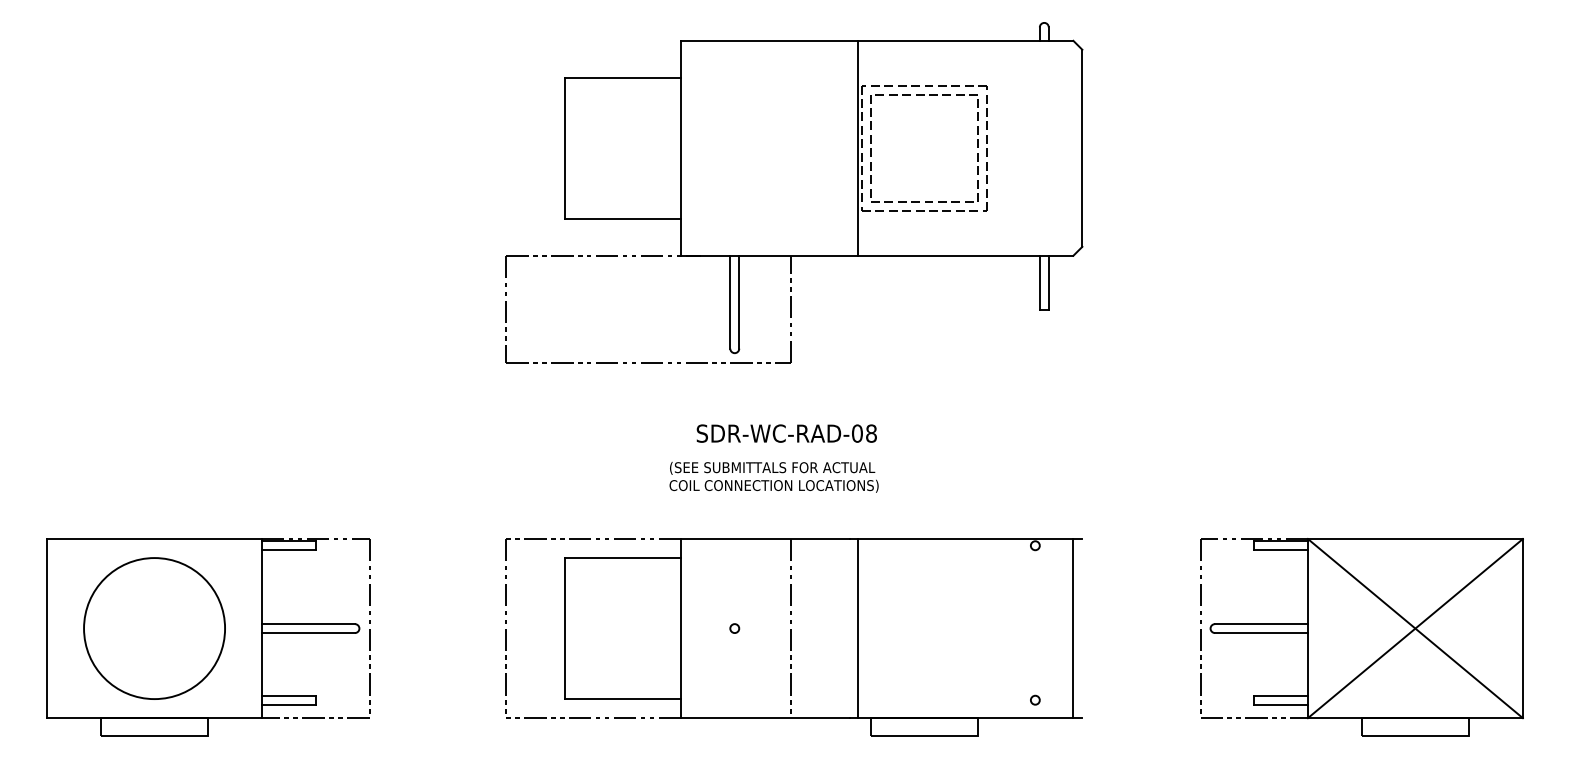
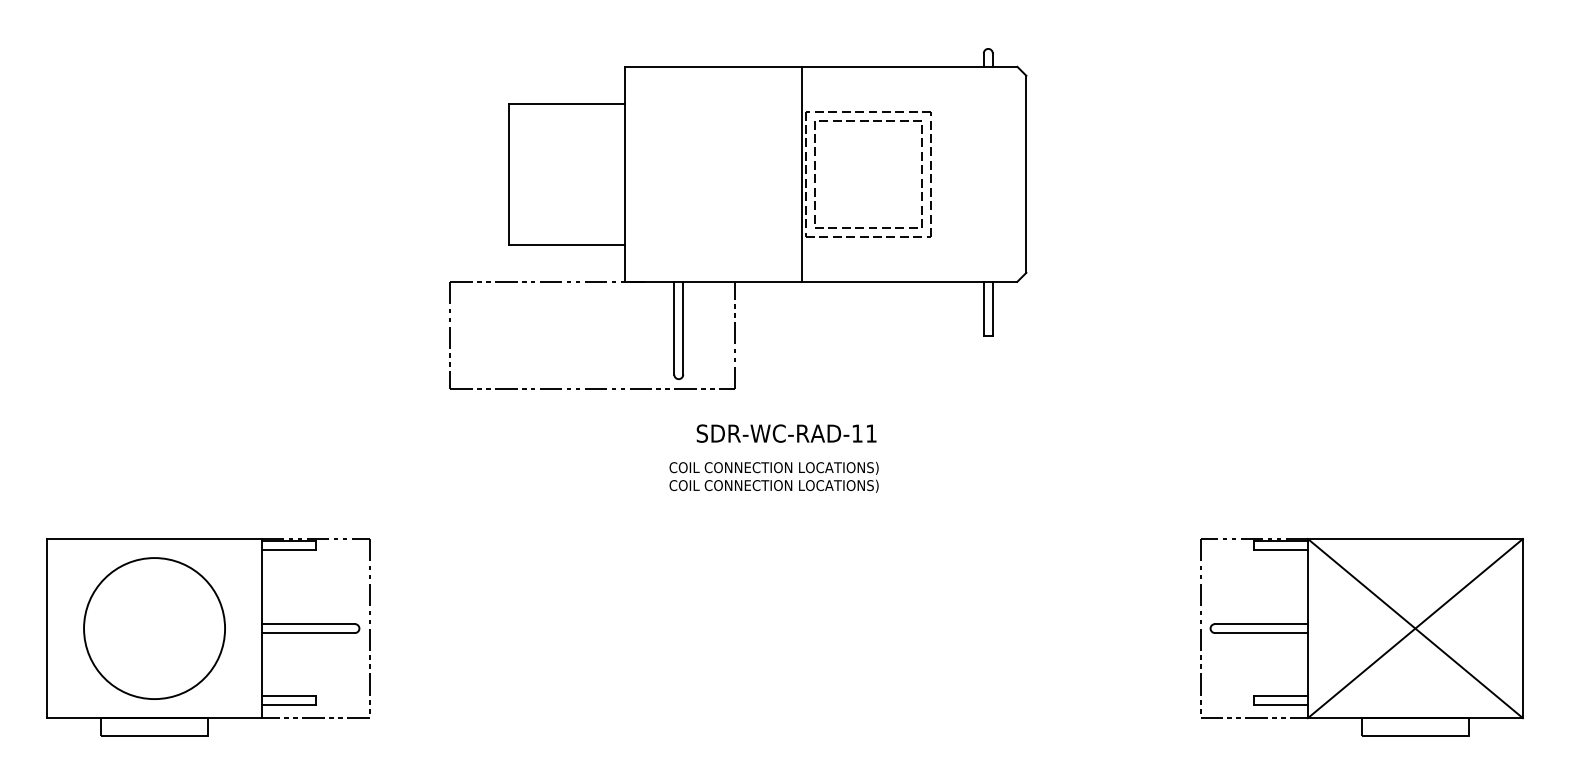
part at (794, 192) position: (794, 192) -> (738, 218)
text at (864, 433): SDR-WC-RAD-08 -> SDR-WC-RAD-11
text at (773, 467): (SEE SUBMITTALS FOR ACTUAL -> COIL CONNECTION LOCATIONS)
part at (793, 637): present -> none
